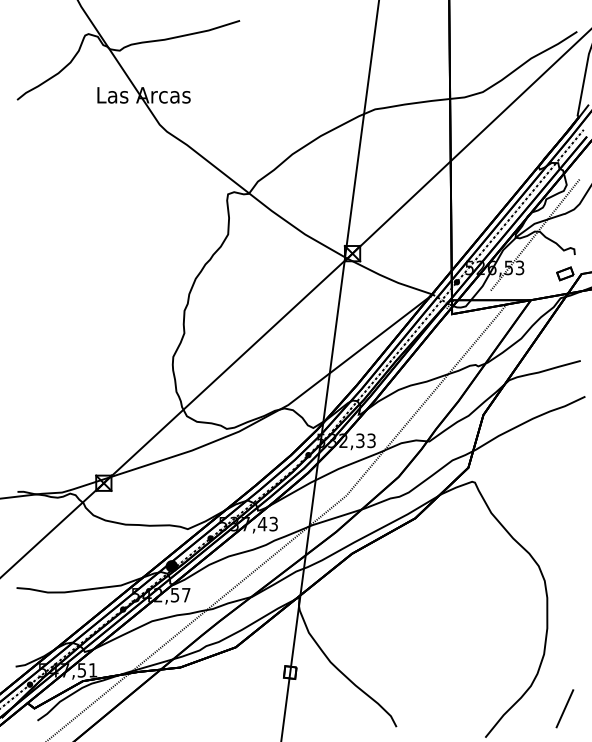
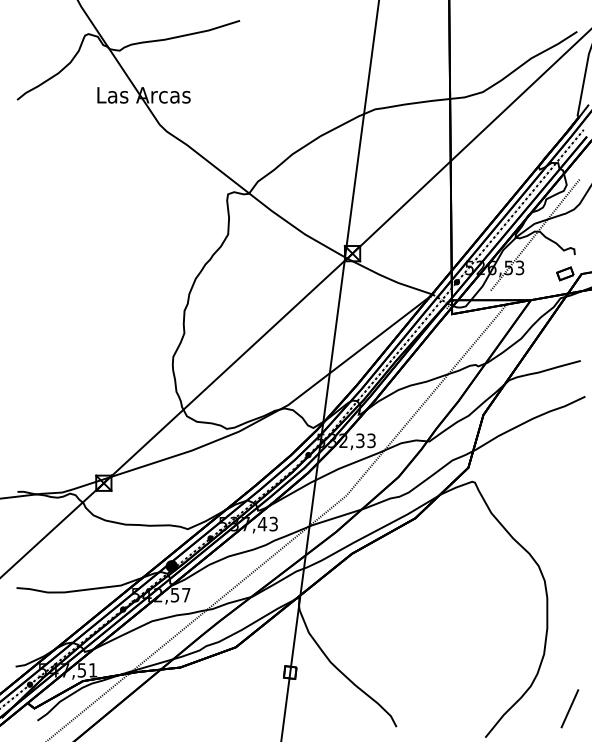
line at (564, 708) position: (564, 708) -> (569, 708)
